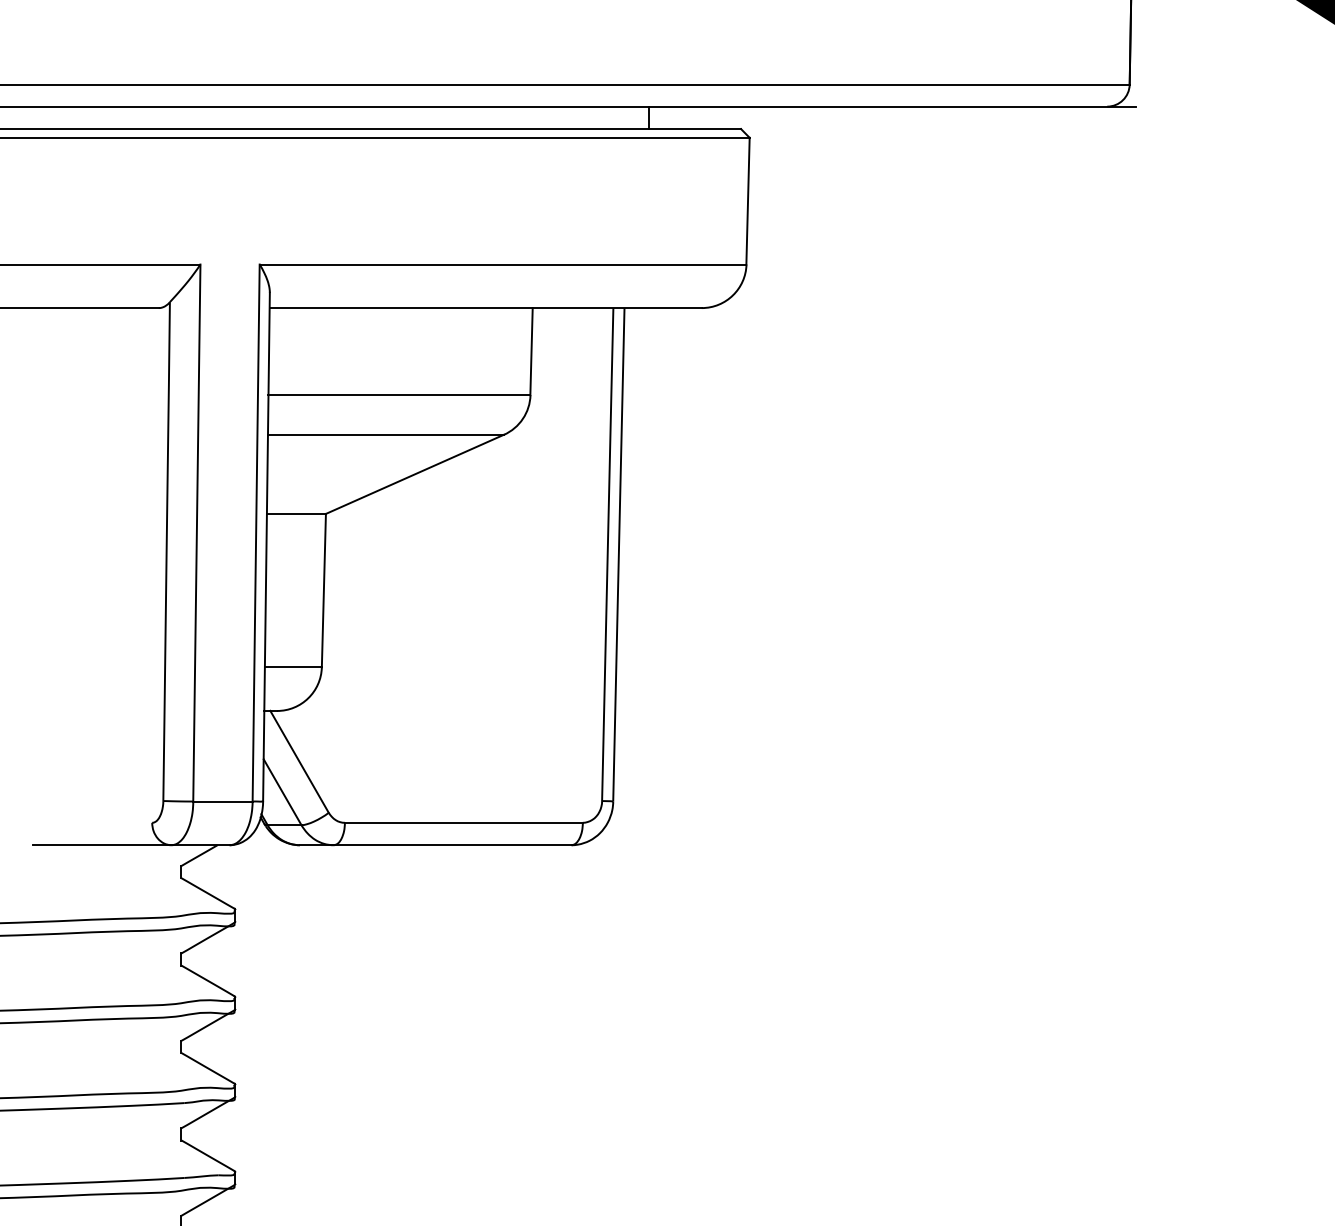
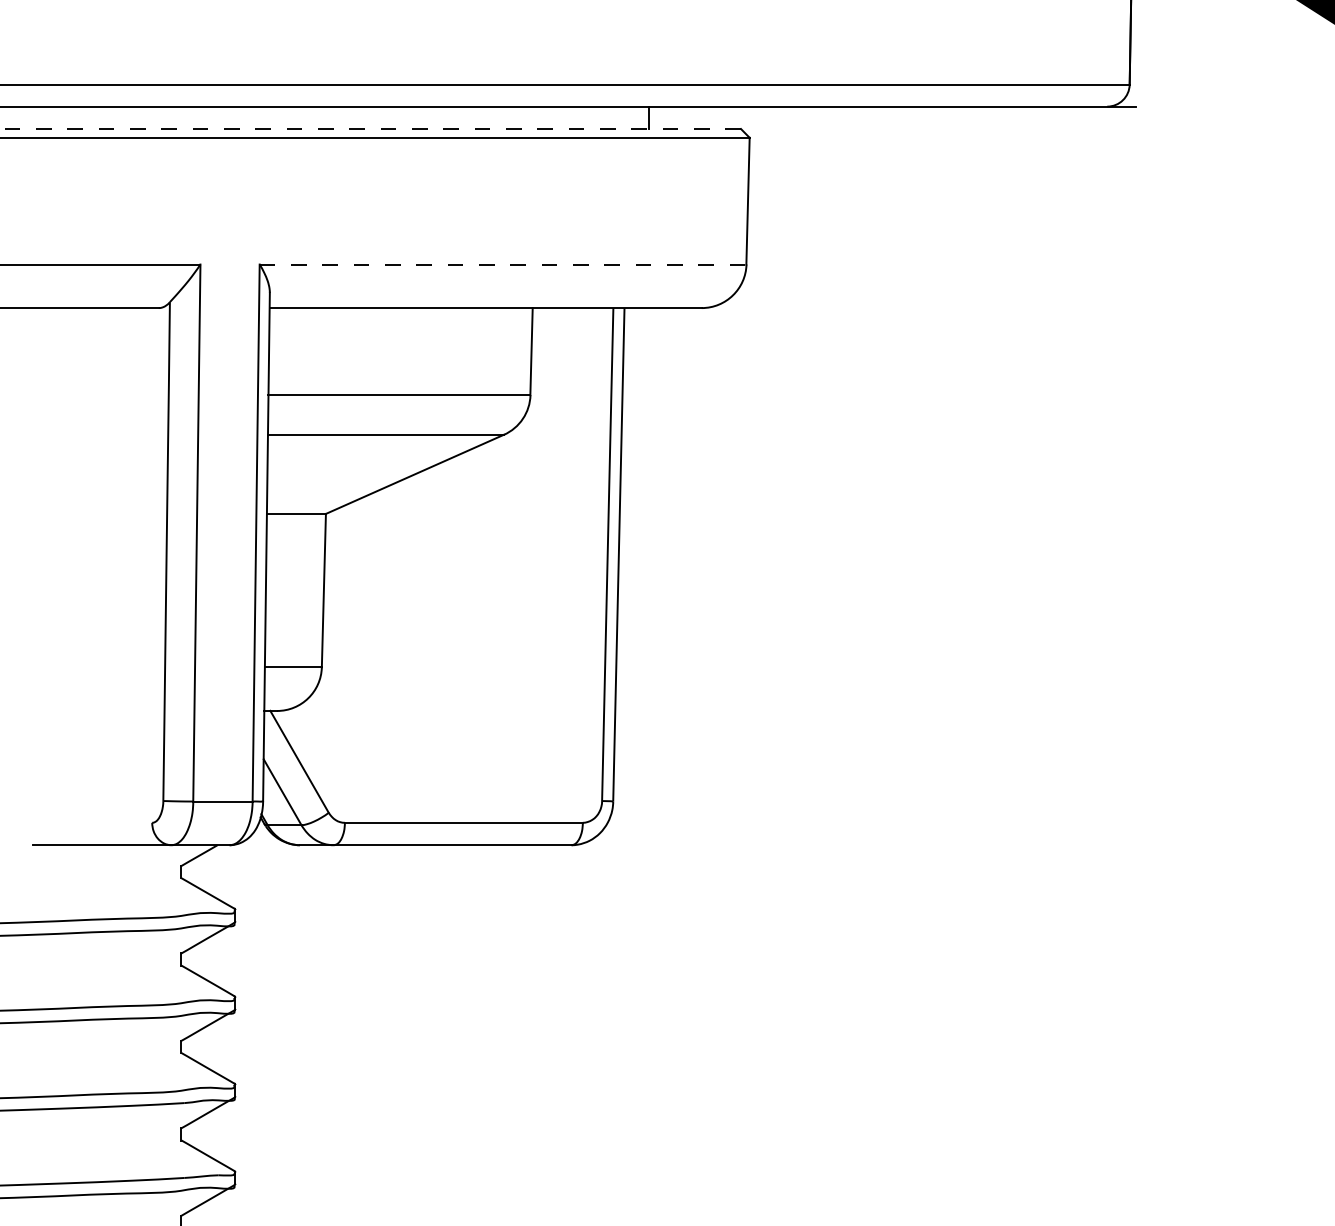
line at (370, 129): solid -> dashed
line at (503, 264): solid -> dashed
